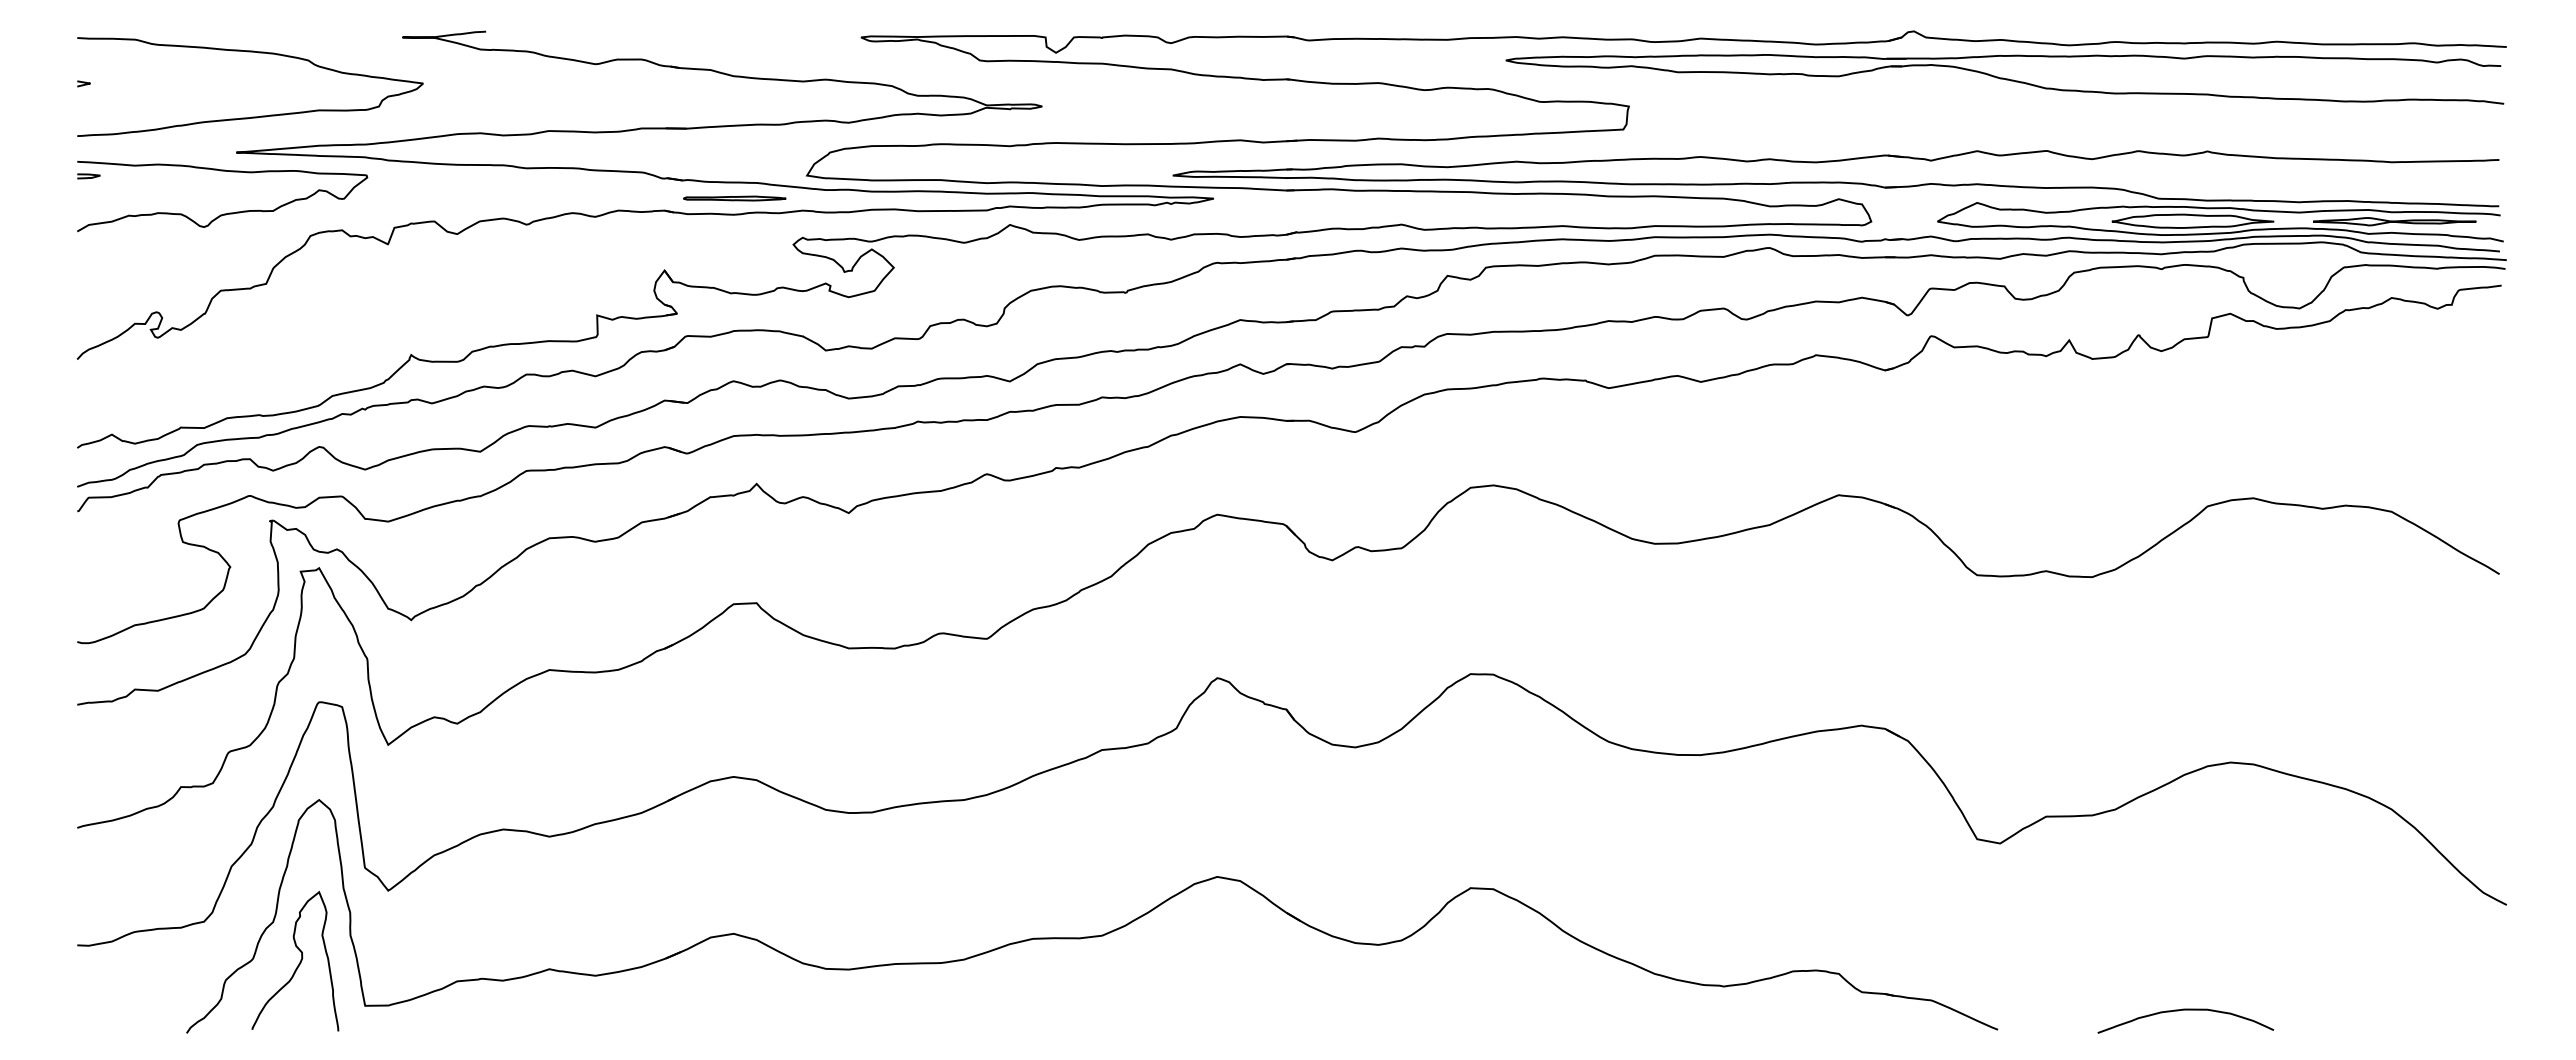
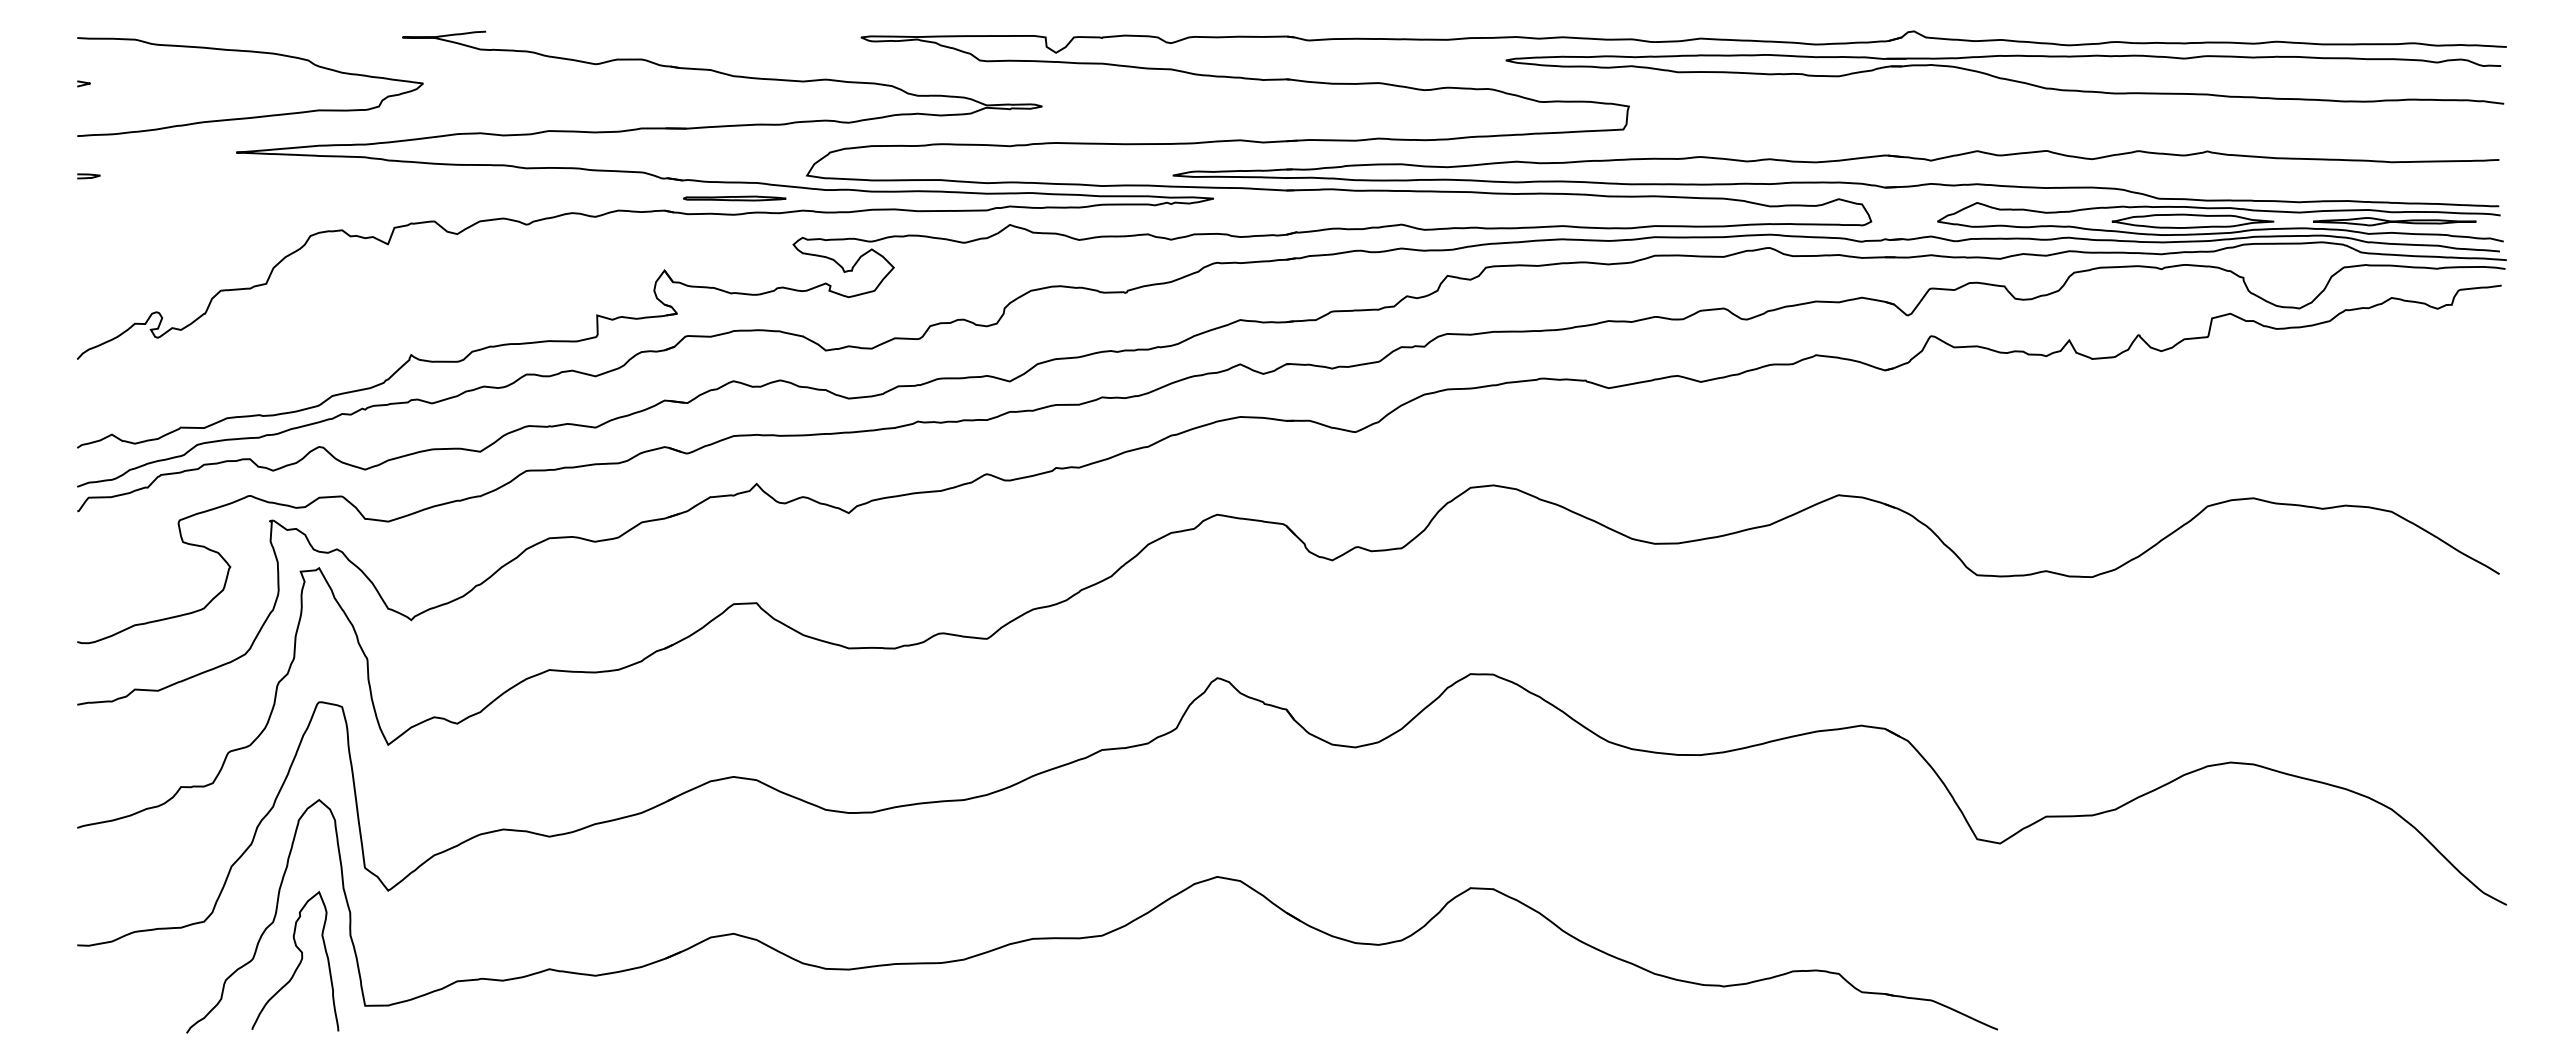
curve at (224, 213): present -> none
curve at (2185, 1010): present -> none
